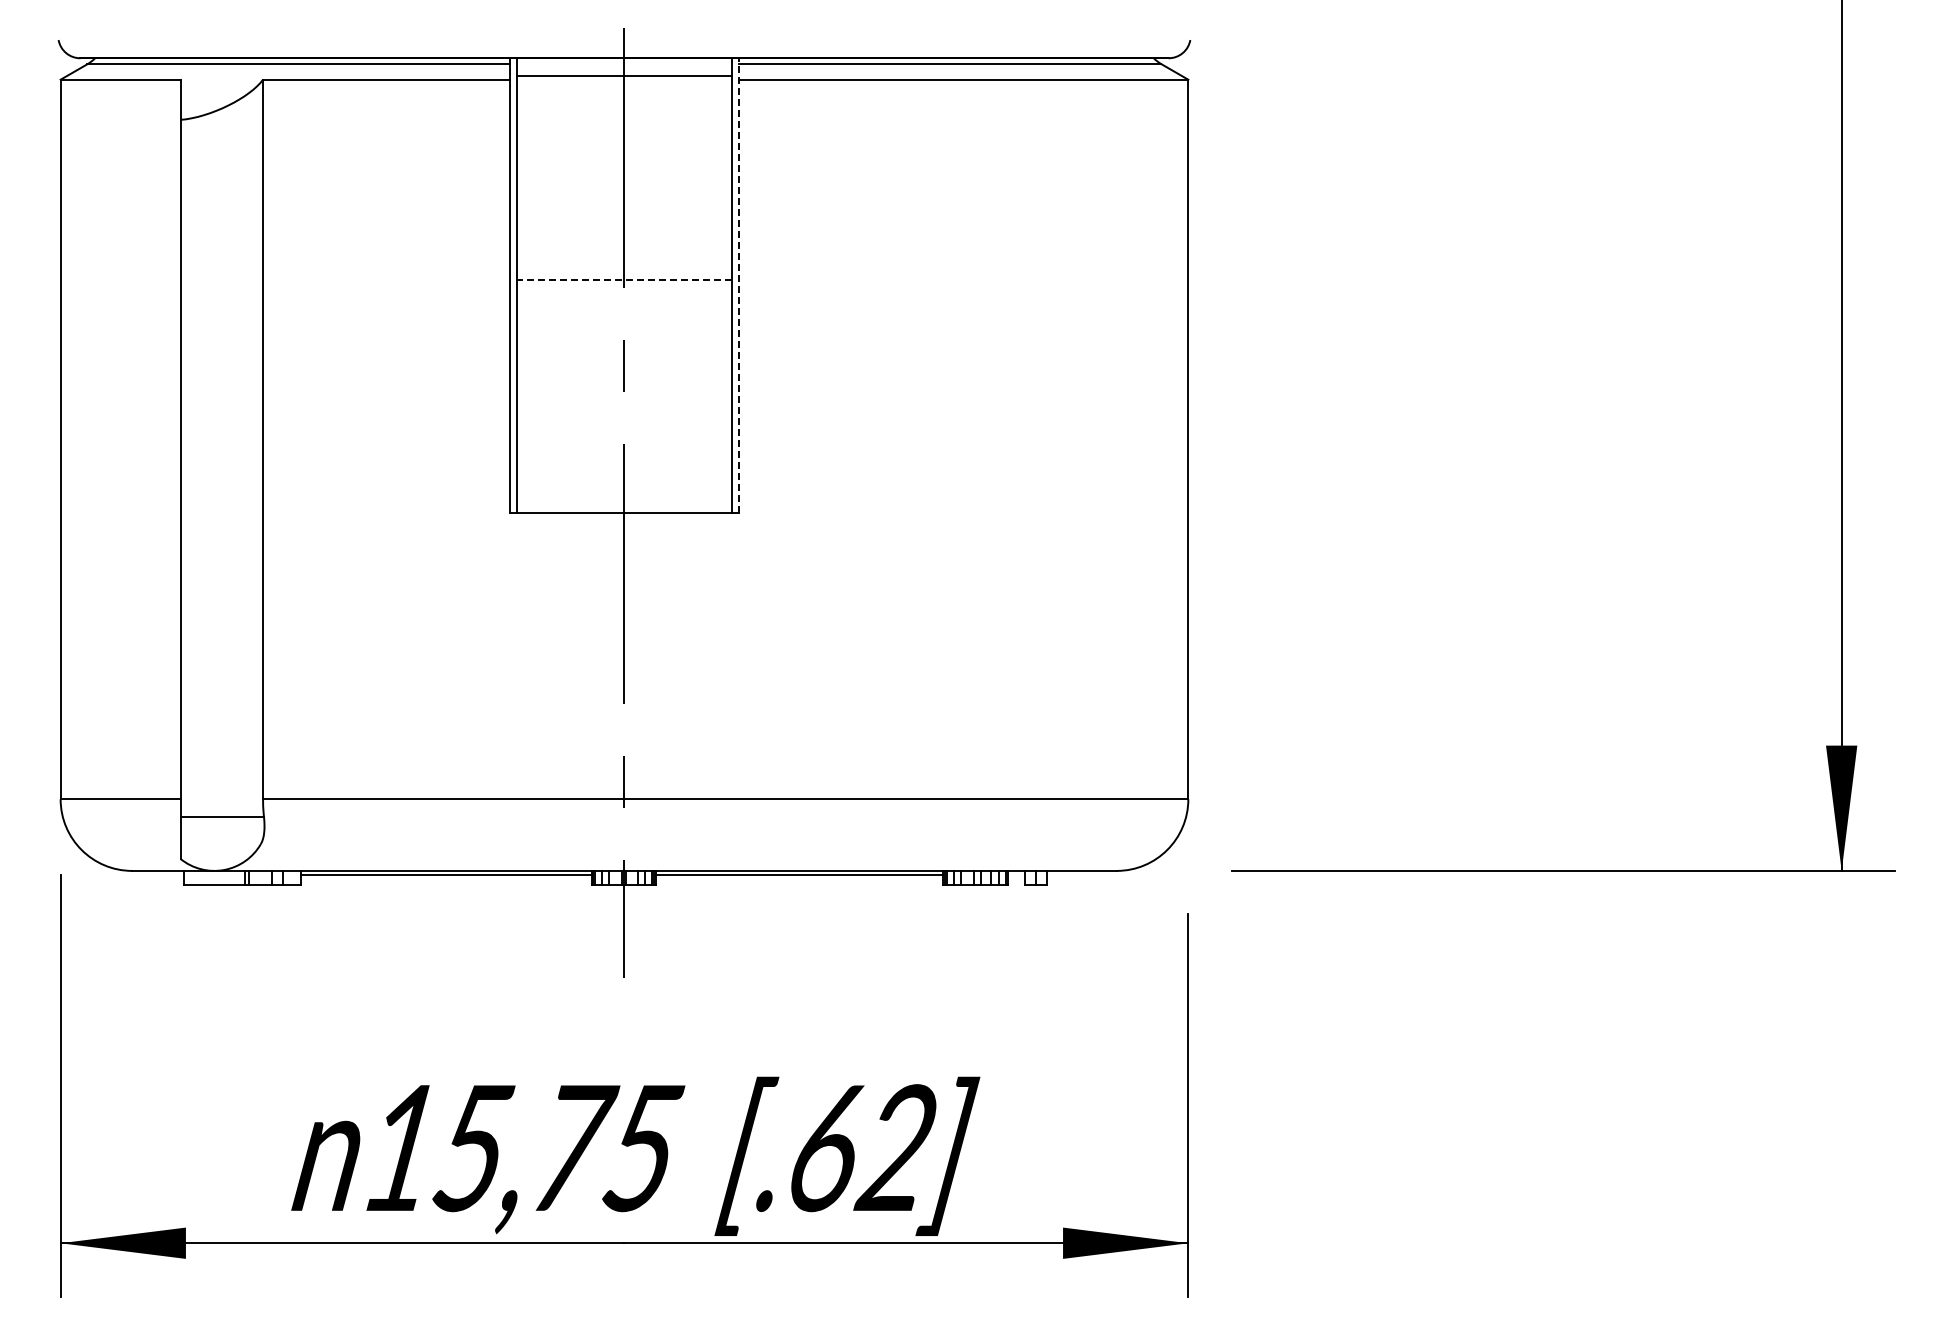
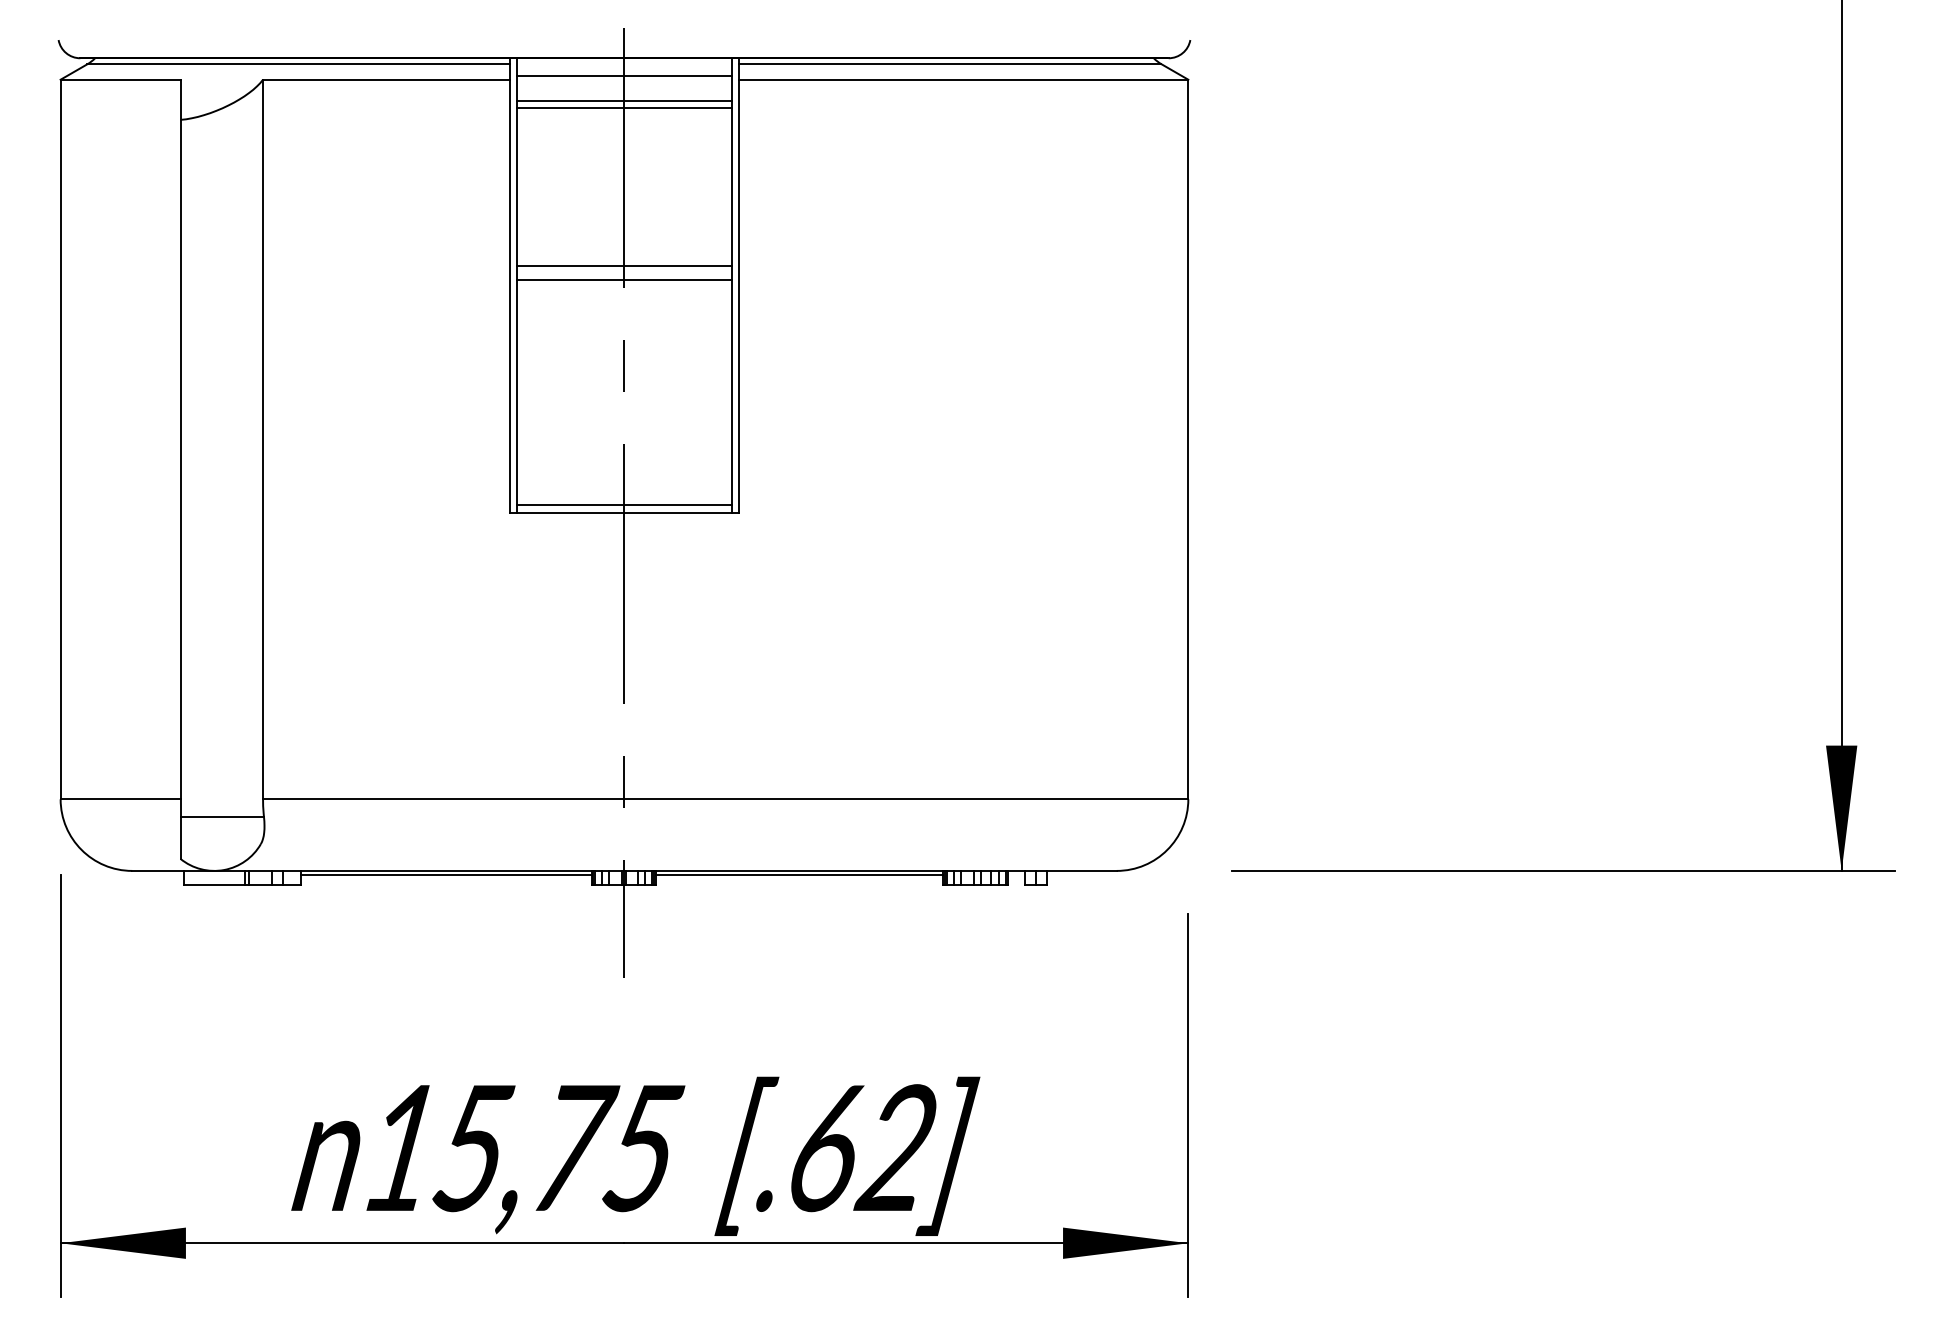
line at (624, 100): none -> present
line at (624, 108): none -> present
line at (624, 266): none -> present
line at (623, 279): dashed -> solid
line at (739, 285): dashed -> solid
line at (624, 505): none -> present
